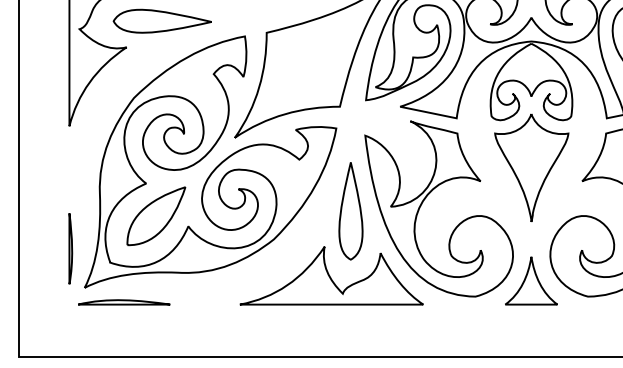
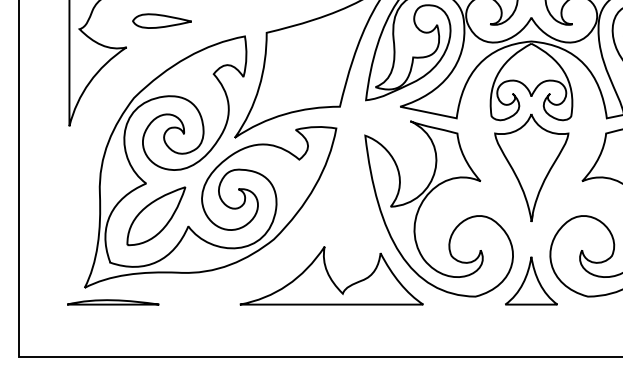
part at (161, 20) size: 100x26 px -> 60x16 px
part at (350, 211): present -> none
part at (70, 248): present -> none
part at (124, 302) position: (124, 302) -> (113, 302)
